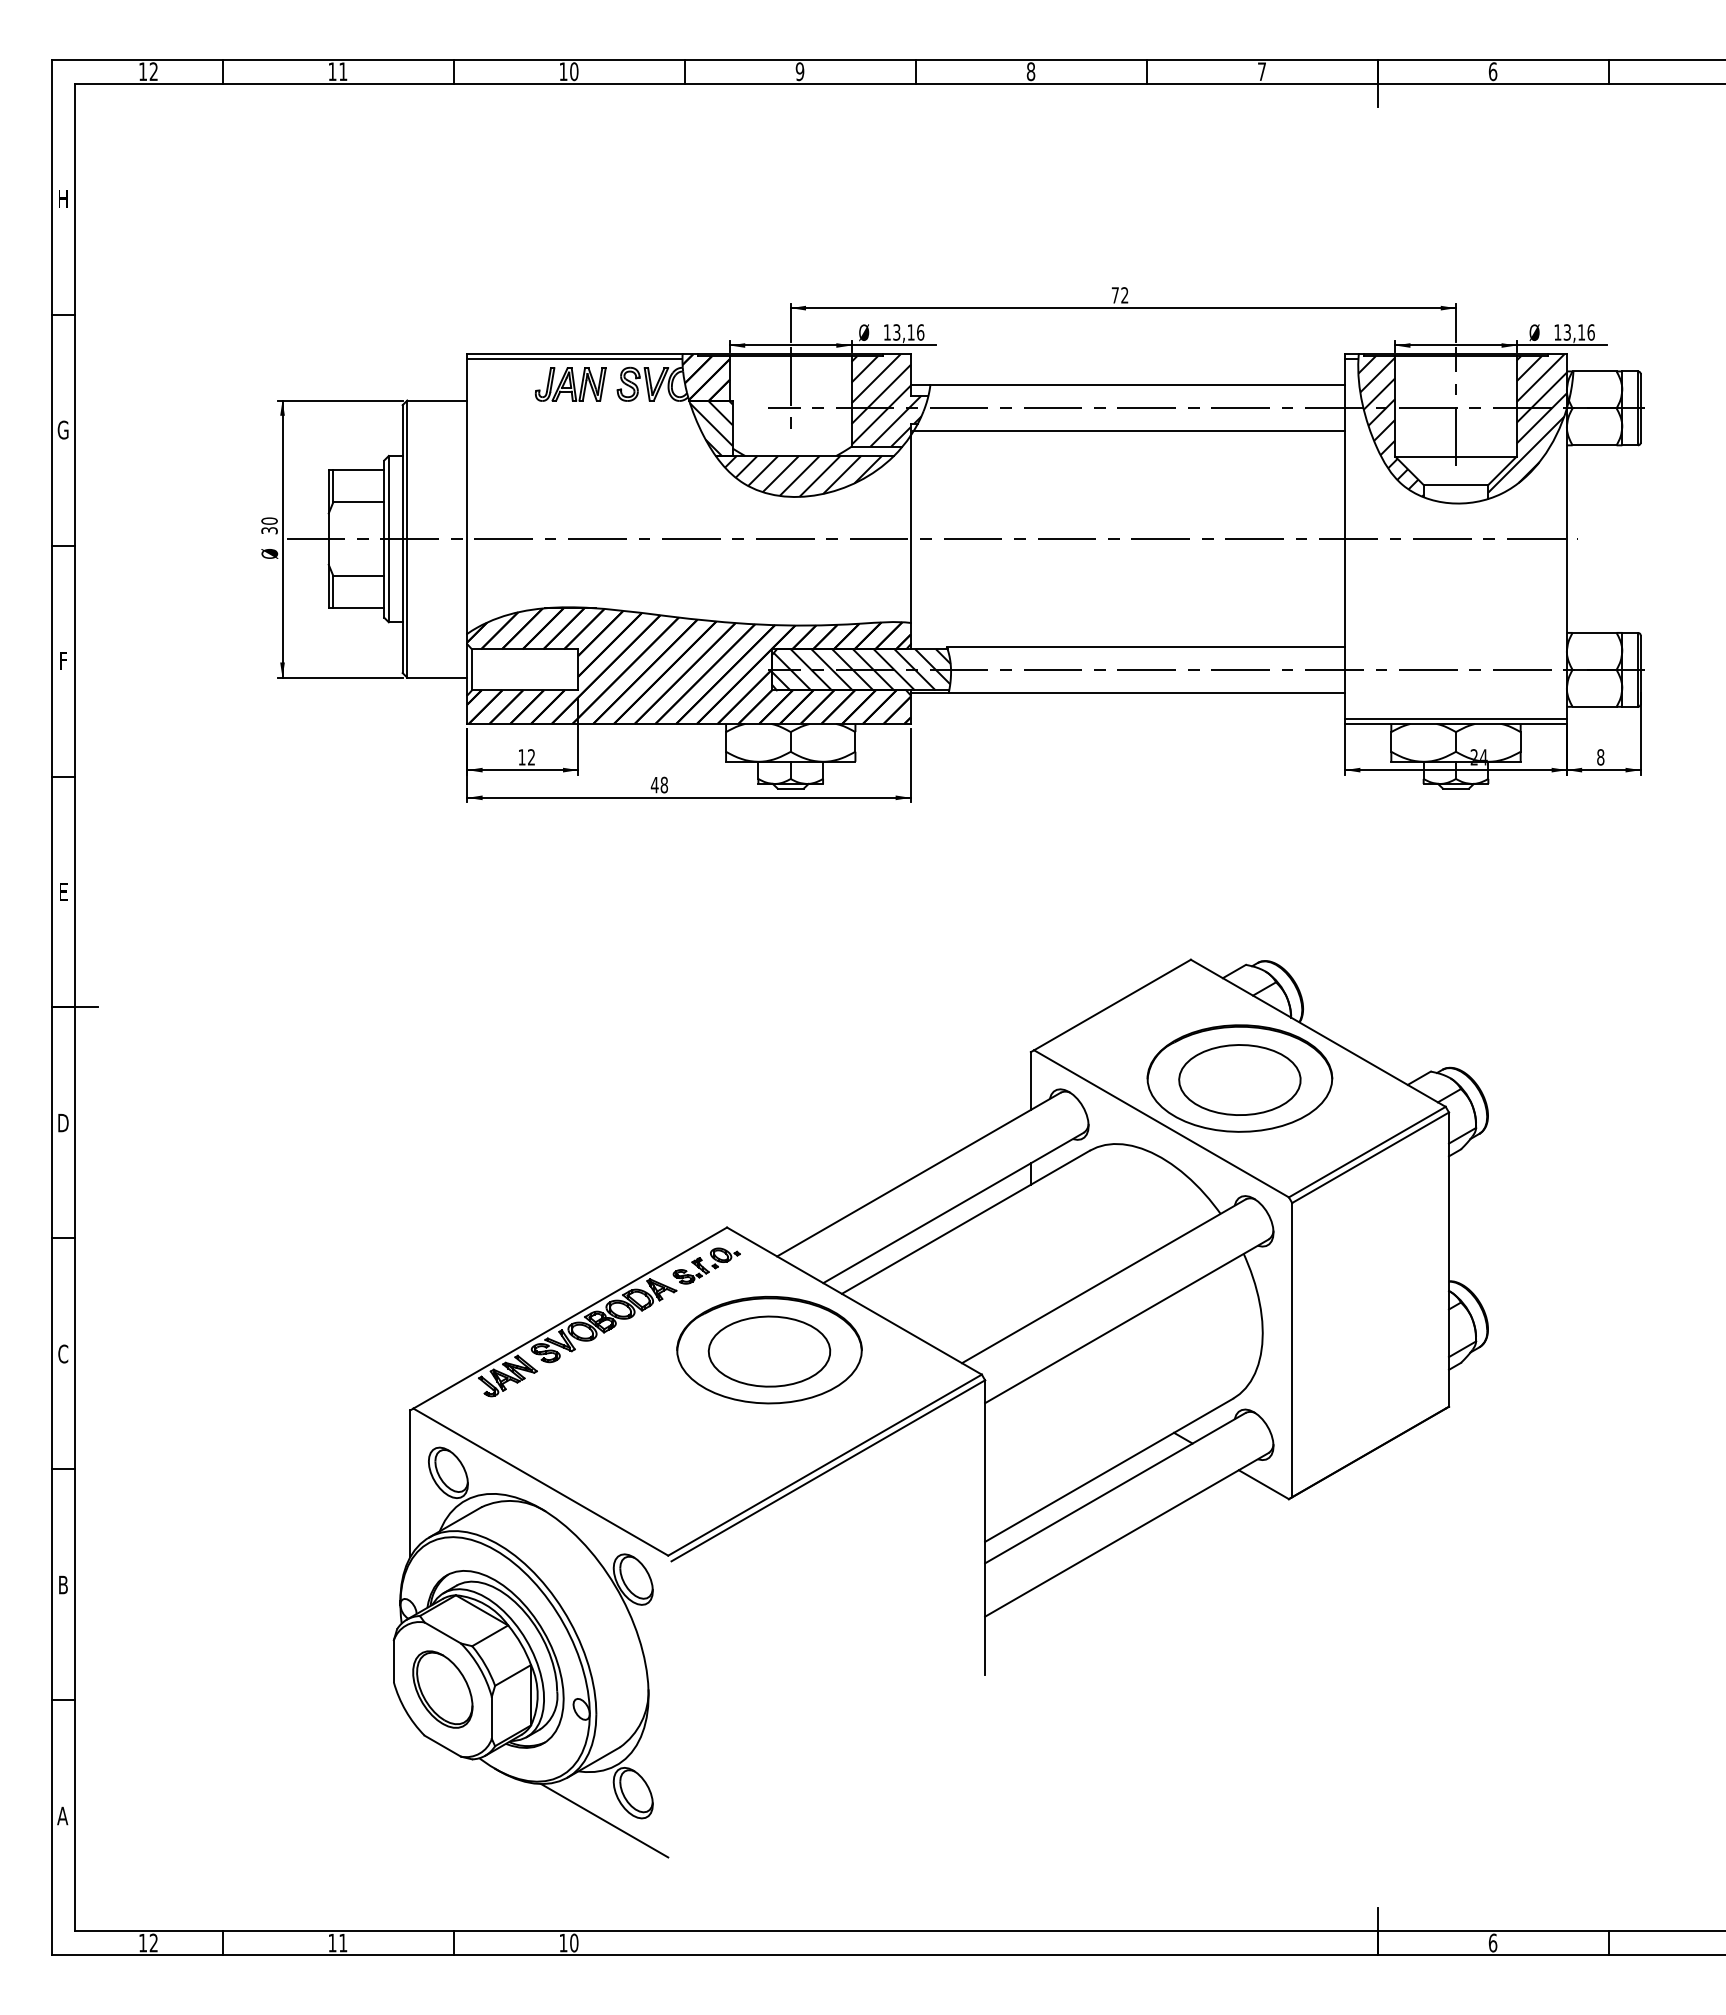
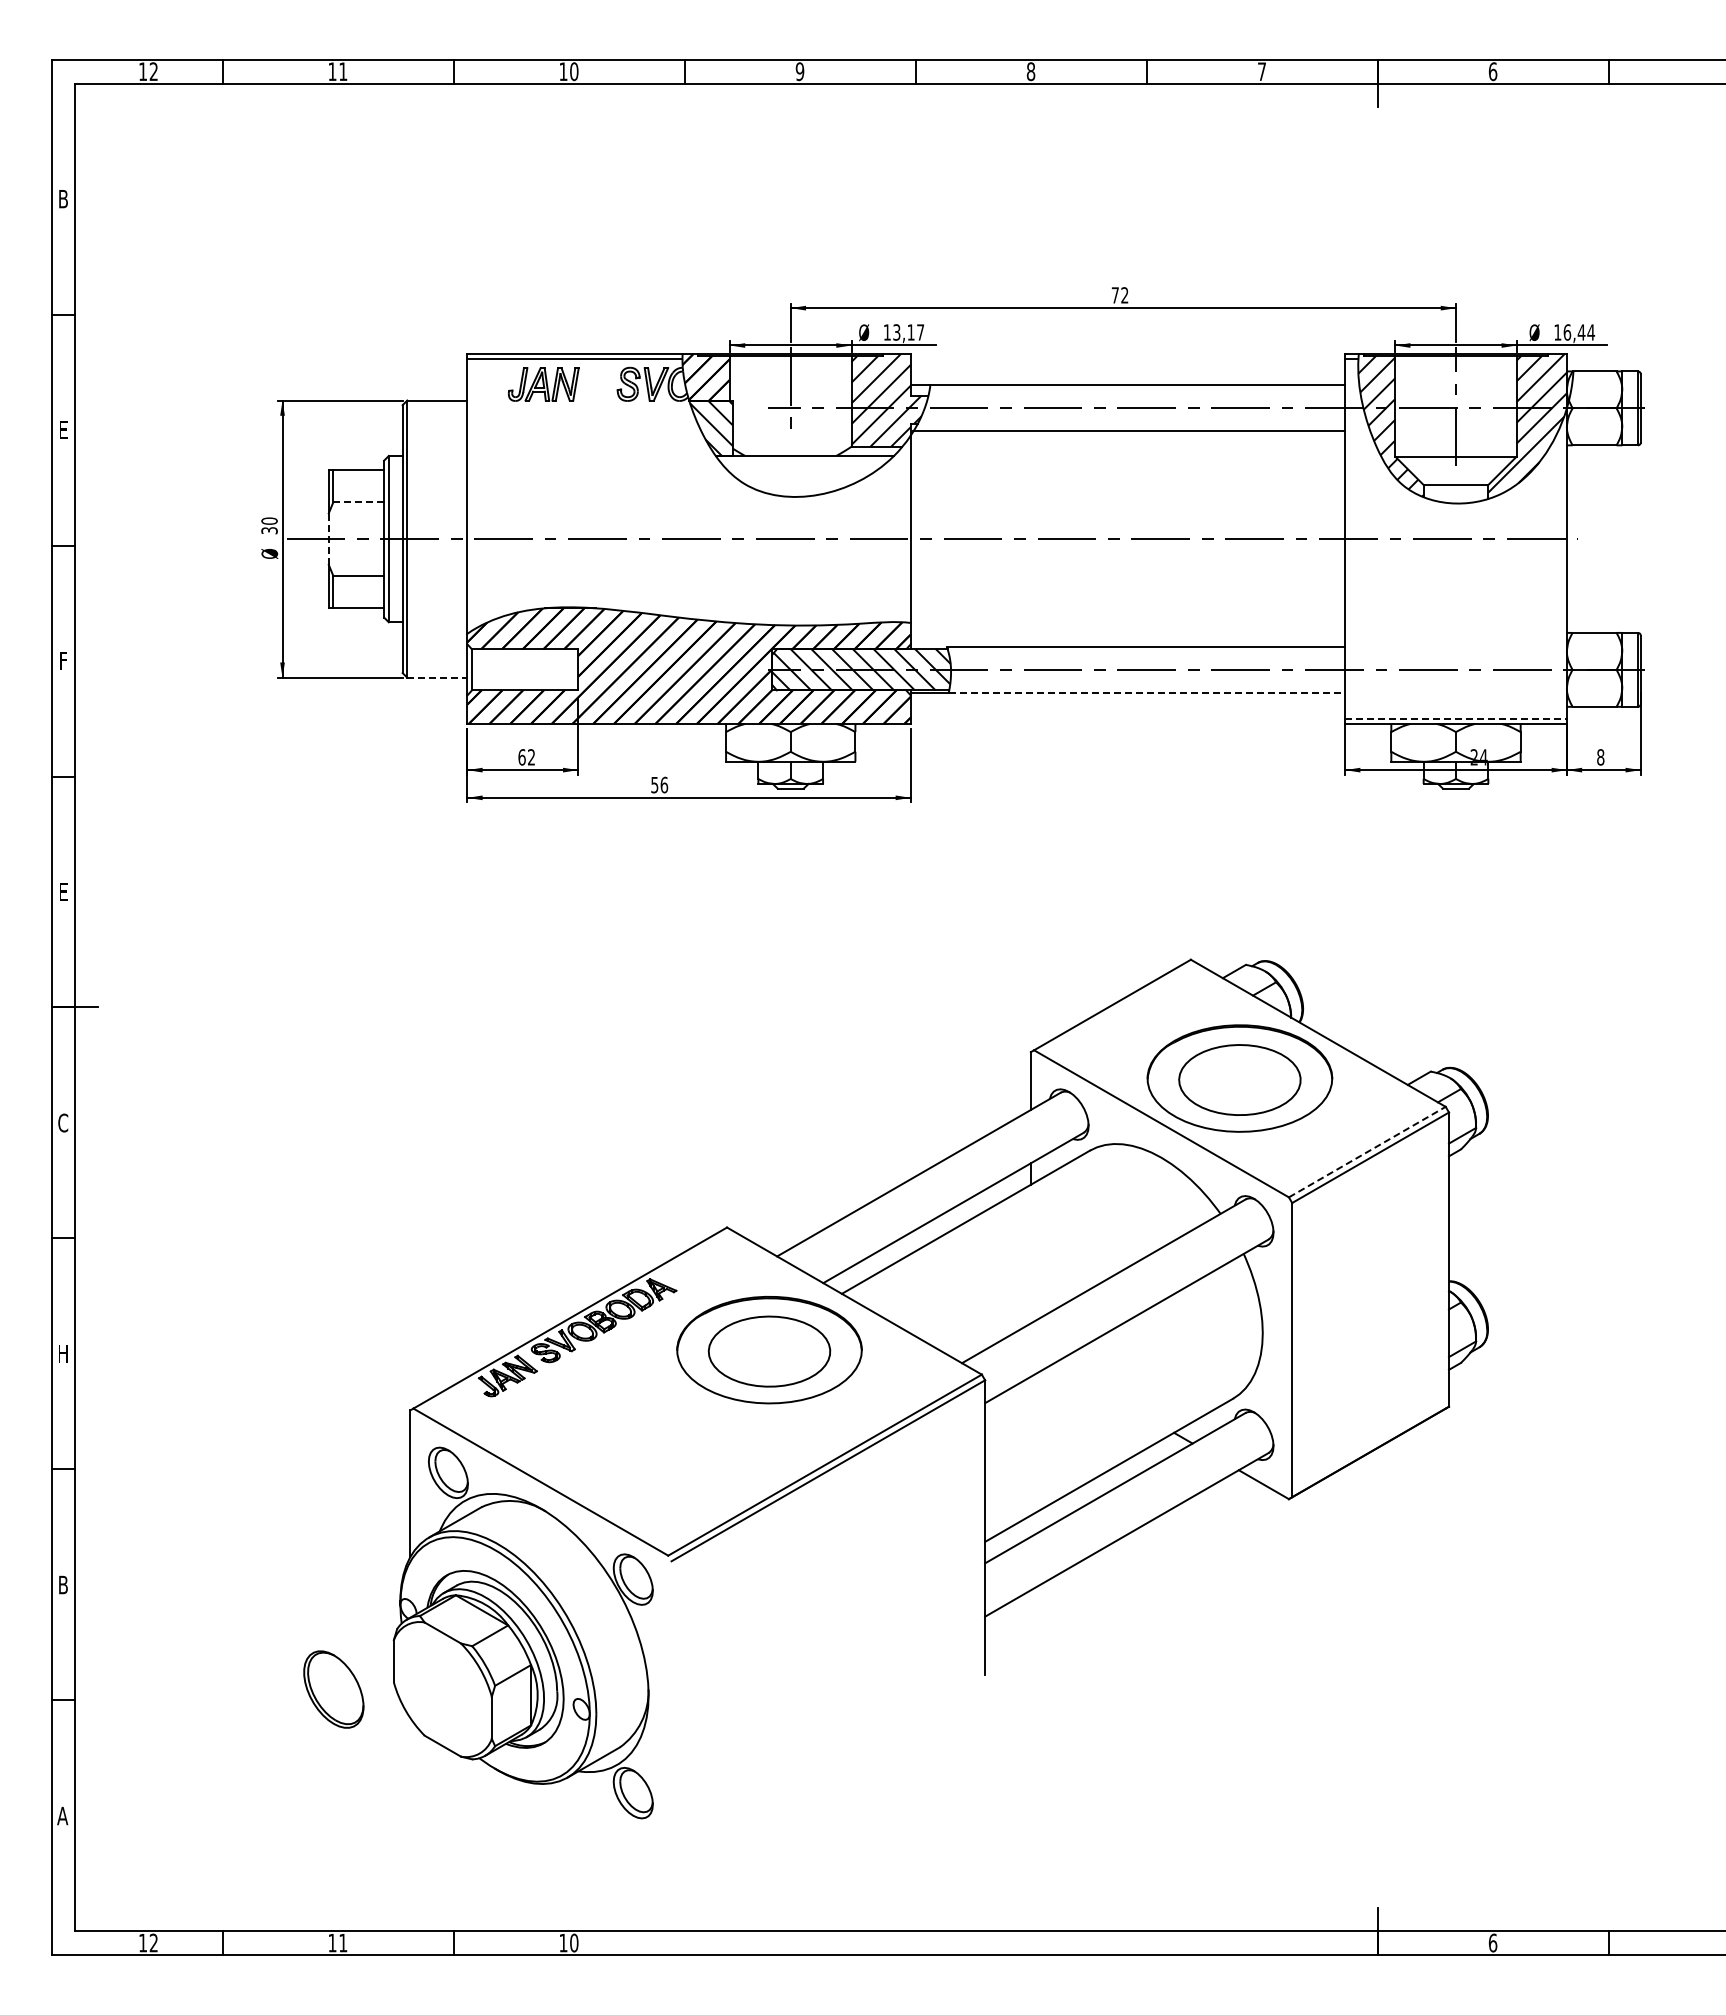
text at (63, 199): H -> B
text at (920, 332): 13,16 -> 13,17
text at (1579, 332): 13,16 -> 16,44
part at (570, 384) position: (570, 384) -> (543, 384)
text at (62, 429): G -> E
hatch at (798, 475): present -> none
line at (358, 502): solid -> dashed
line at (328, 539): solid -> dashed
line at (437, 677): solid -> dashed
line at (1147, 692): solid -> dashed
line at (1456, 719): solid -> dashed
text at (521, 757): 12 -> 62
text at (659, 784): 48 -> 56
text at (63, 1122): D -> C
line at (1367, 1152): solid -> dashed
part at (706, 1265): present -> none
text at (63, 1353): C -> H
part at (442, 1689) position: (442, 1689) -> (333, 1689)
line at (604, 1820): present -> none
